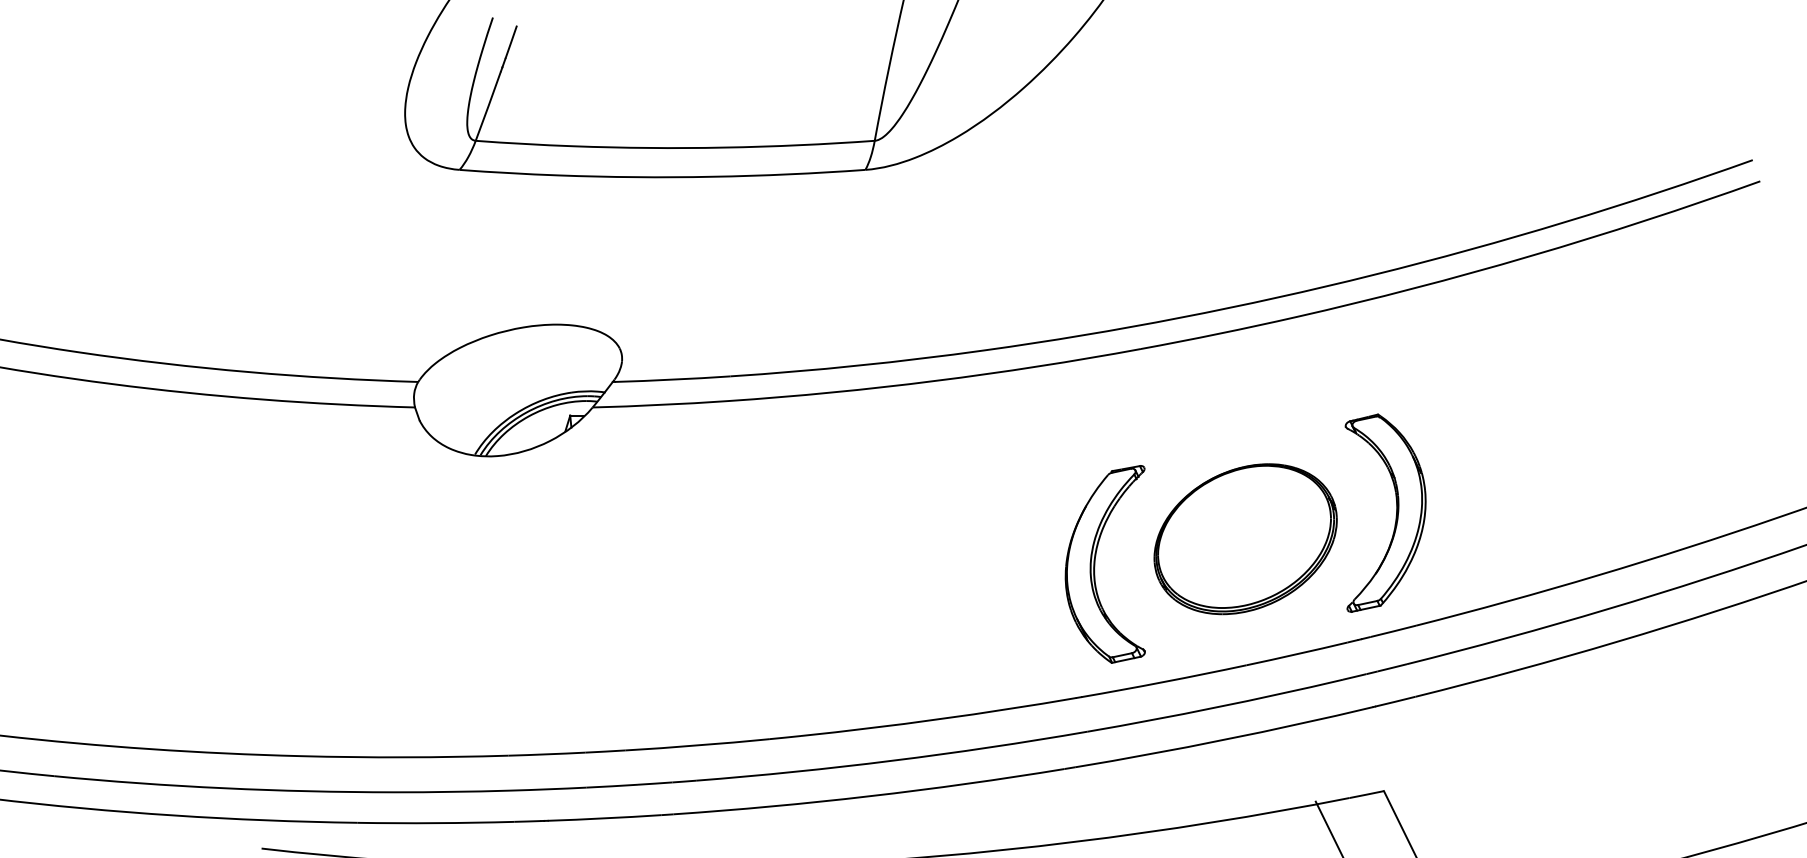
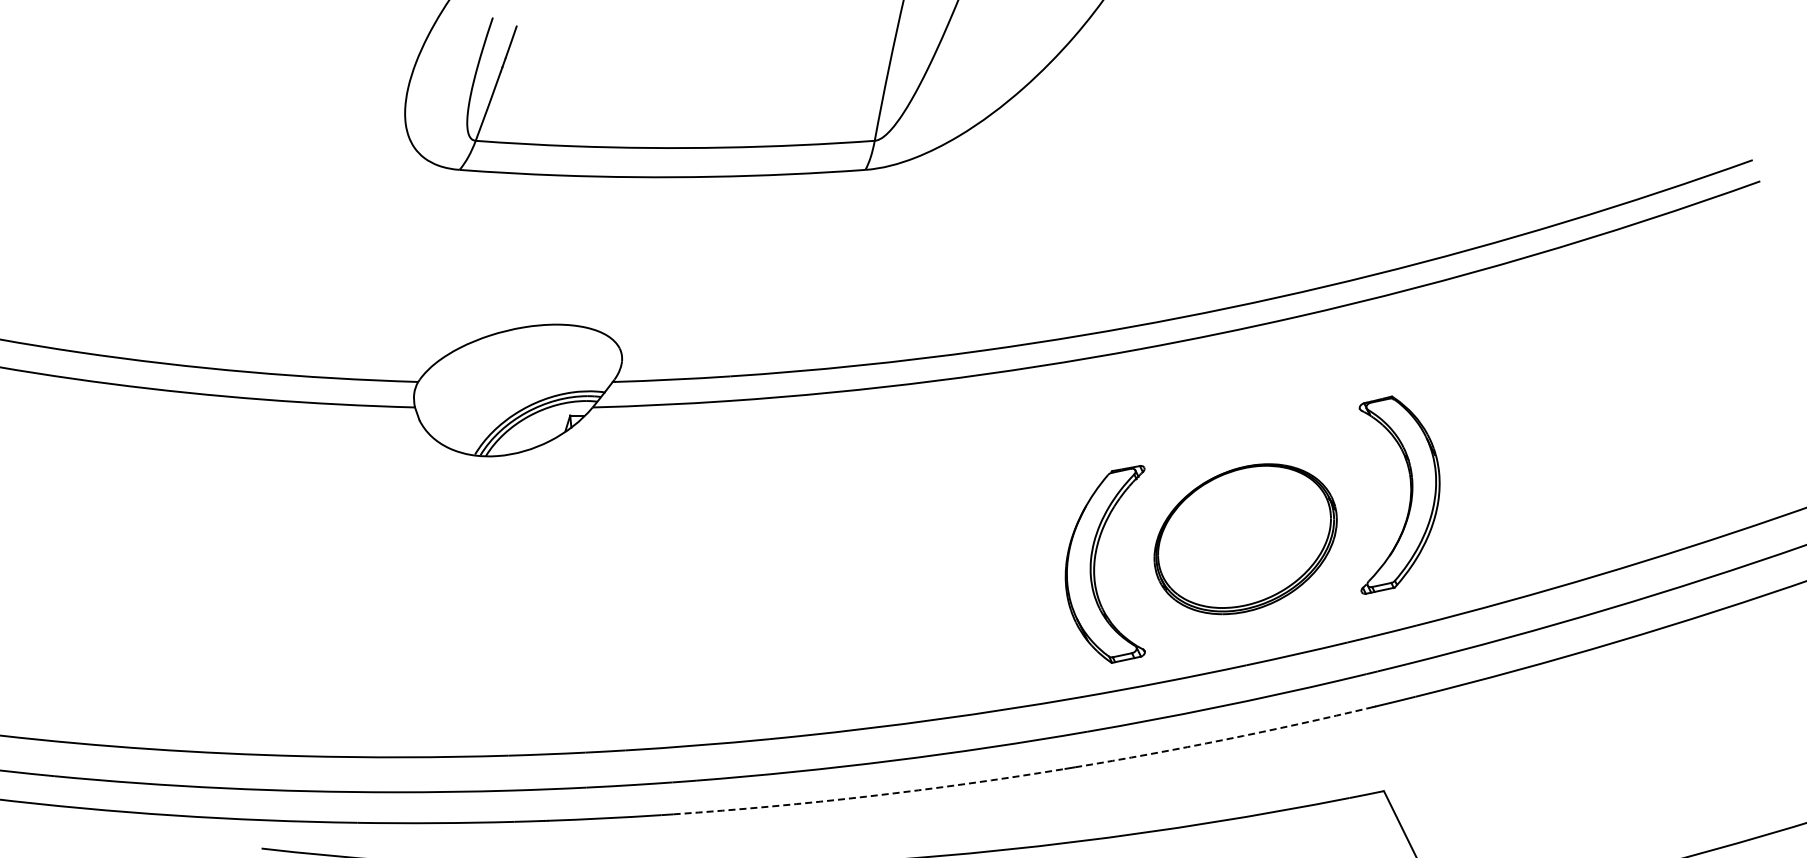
part at (1395, 516) position: (1395, 516) -> (1409, 498)
arc at (1224, 739): solid -> dashed
arc at (869, 796): solid -> dashed
line at (1328, 827): present -> none
